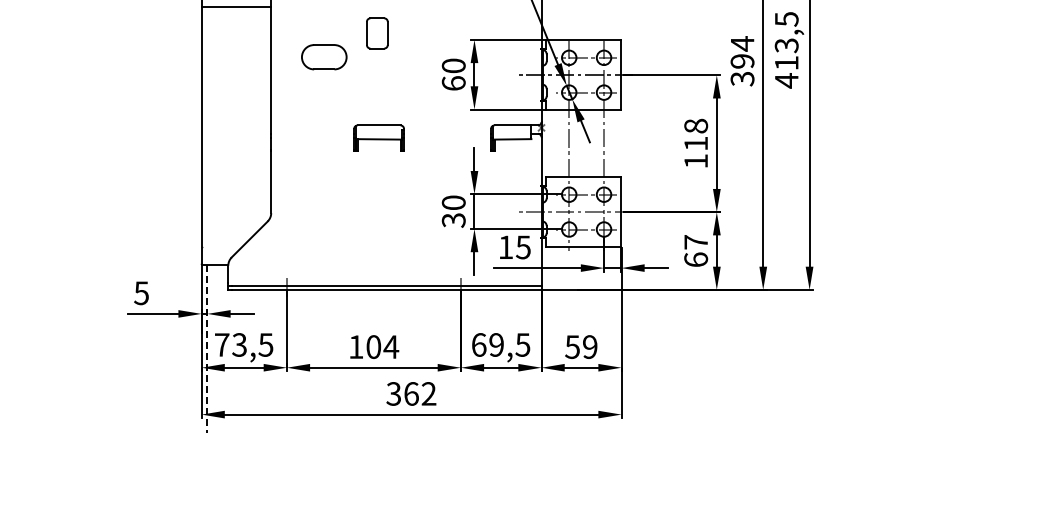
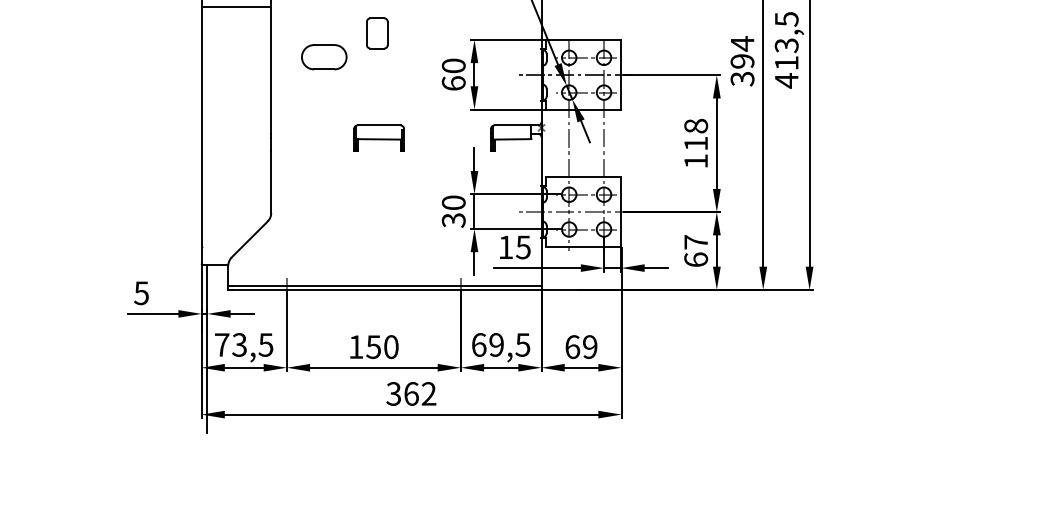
text at (572, 346): 59 -> 69
text at (382, 347): 104 -> 150
line at (207, 349): dashed -> solid
